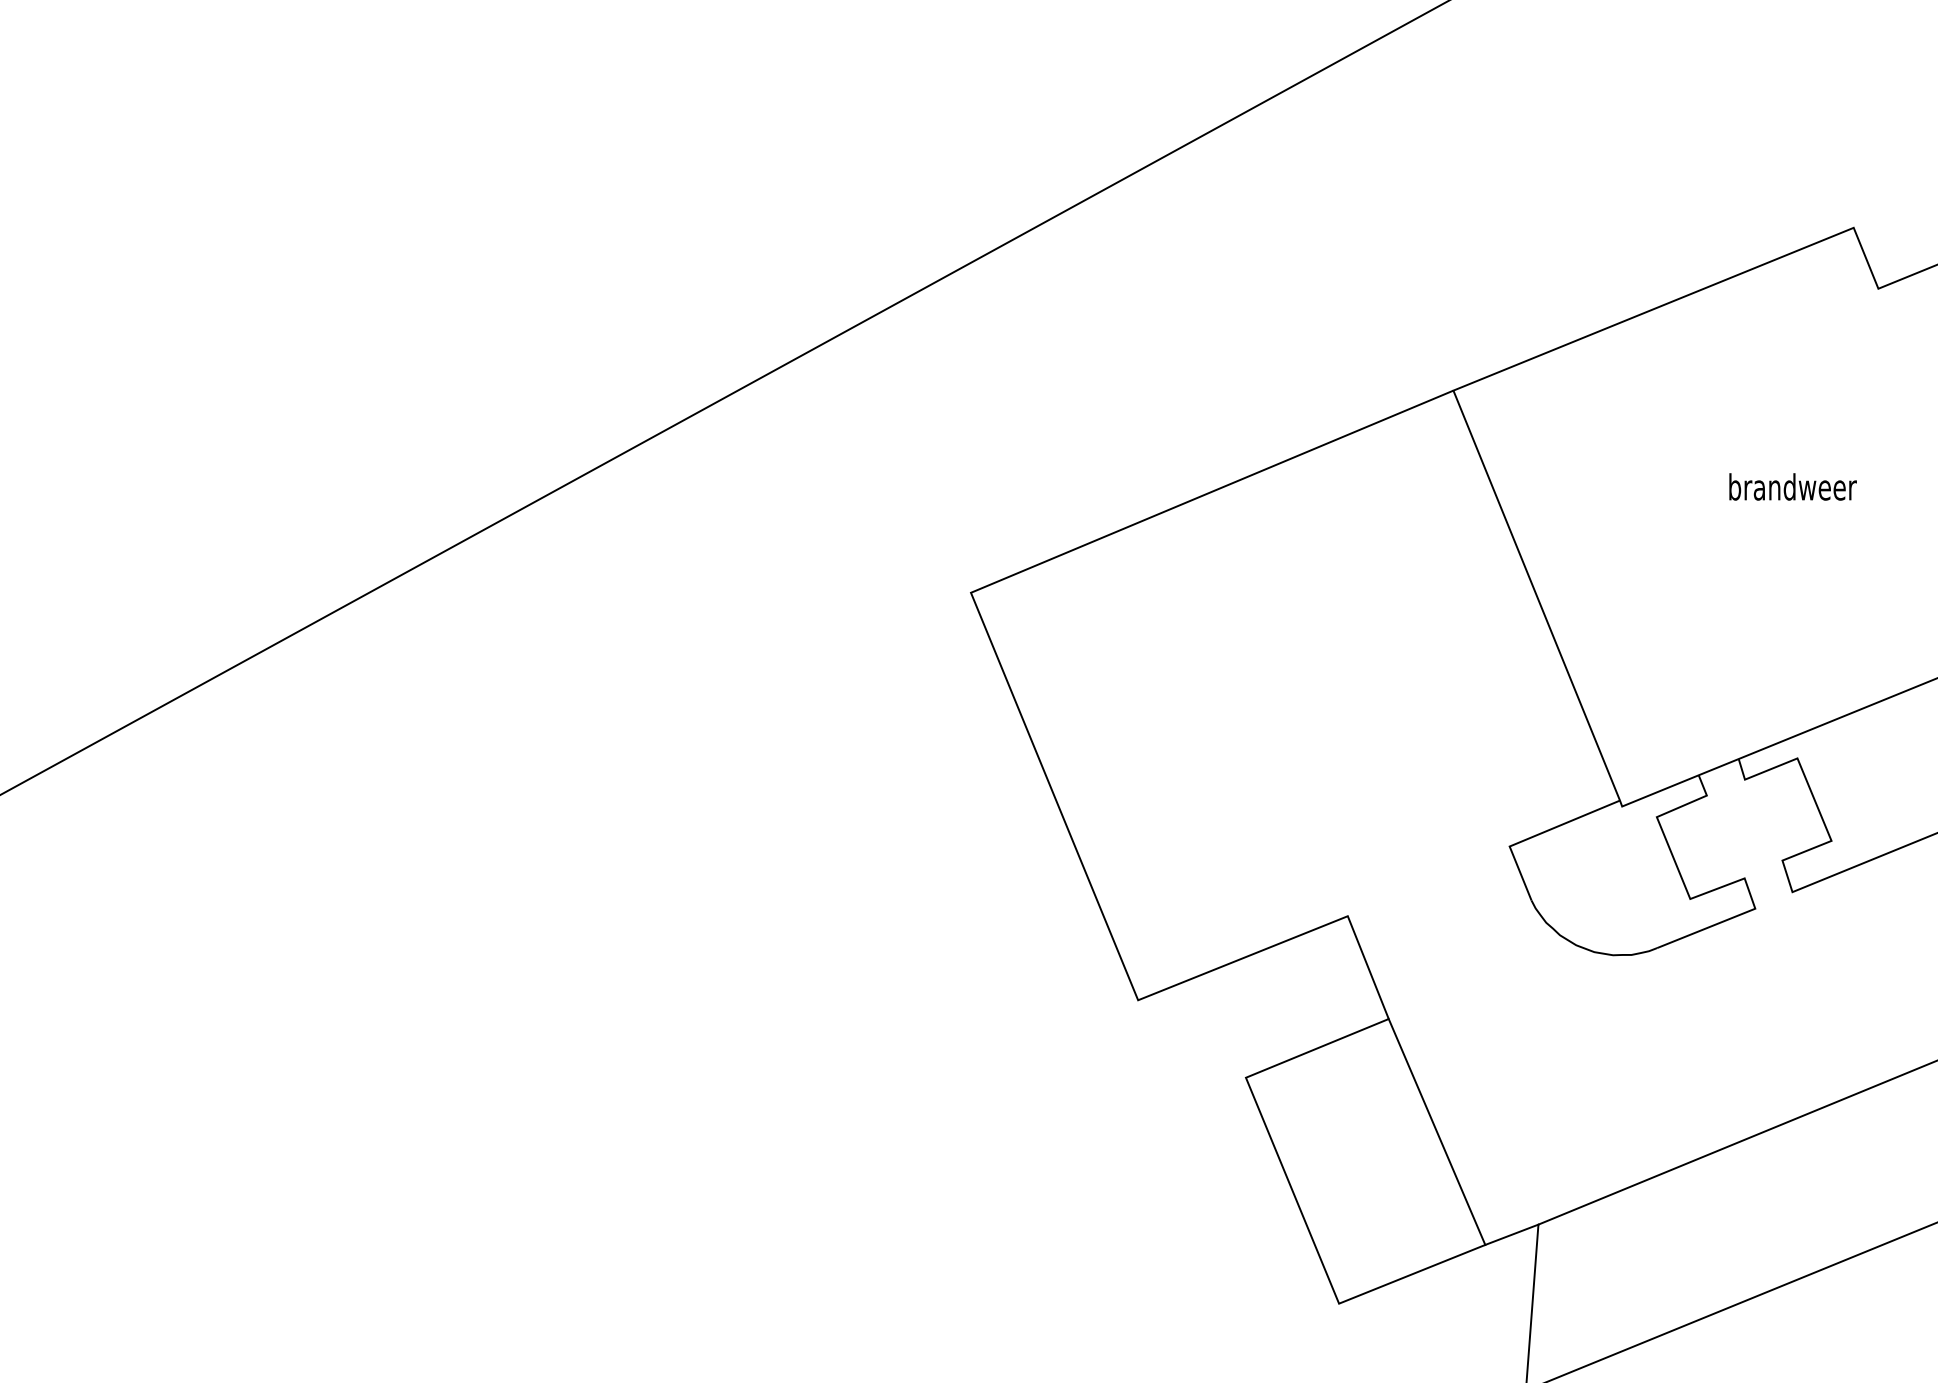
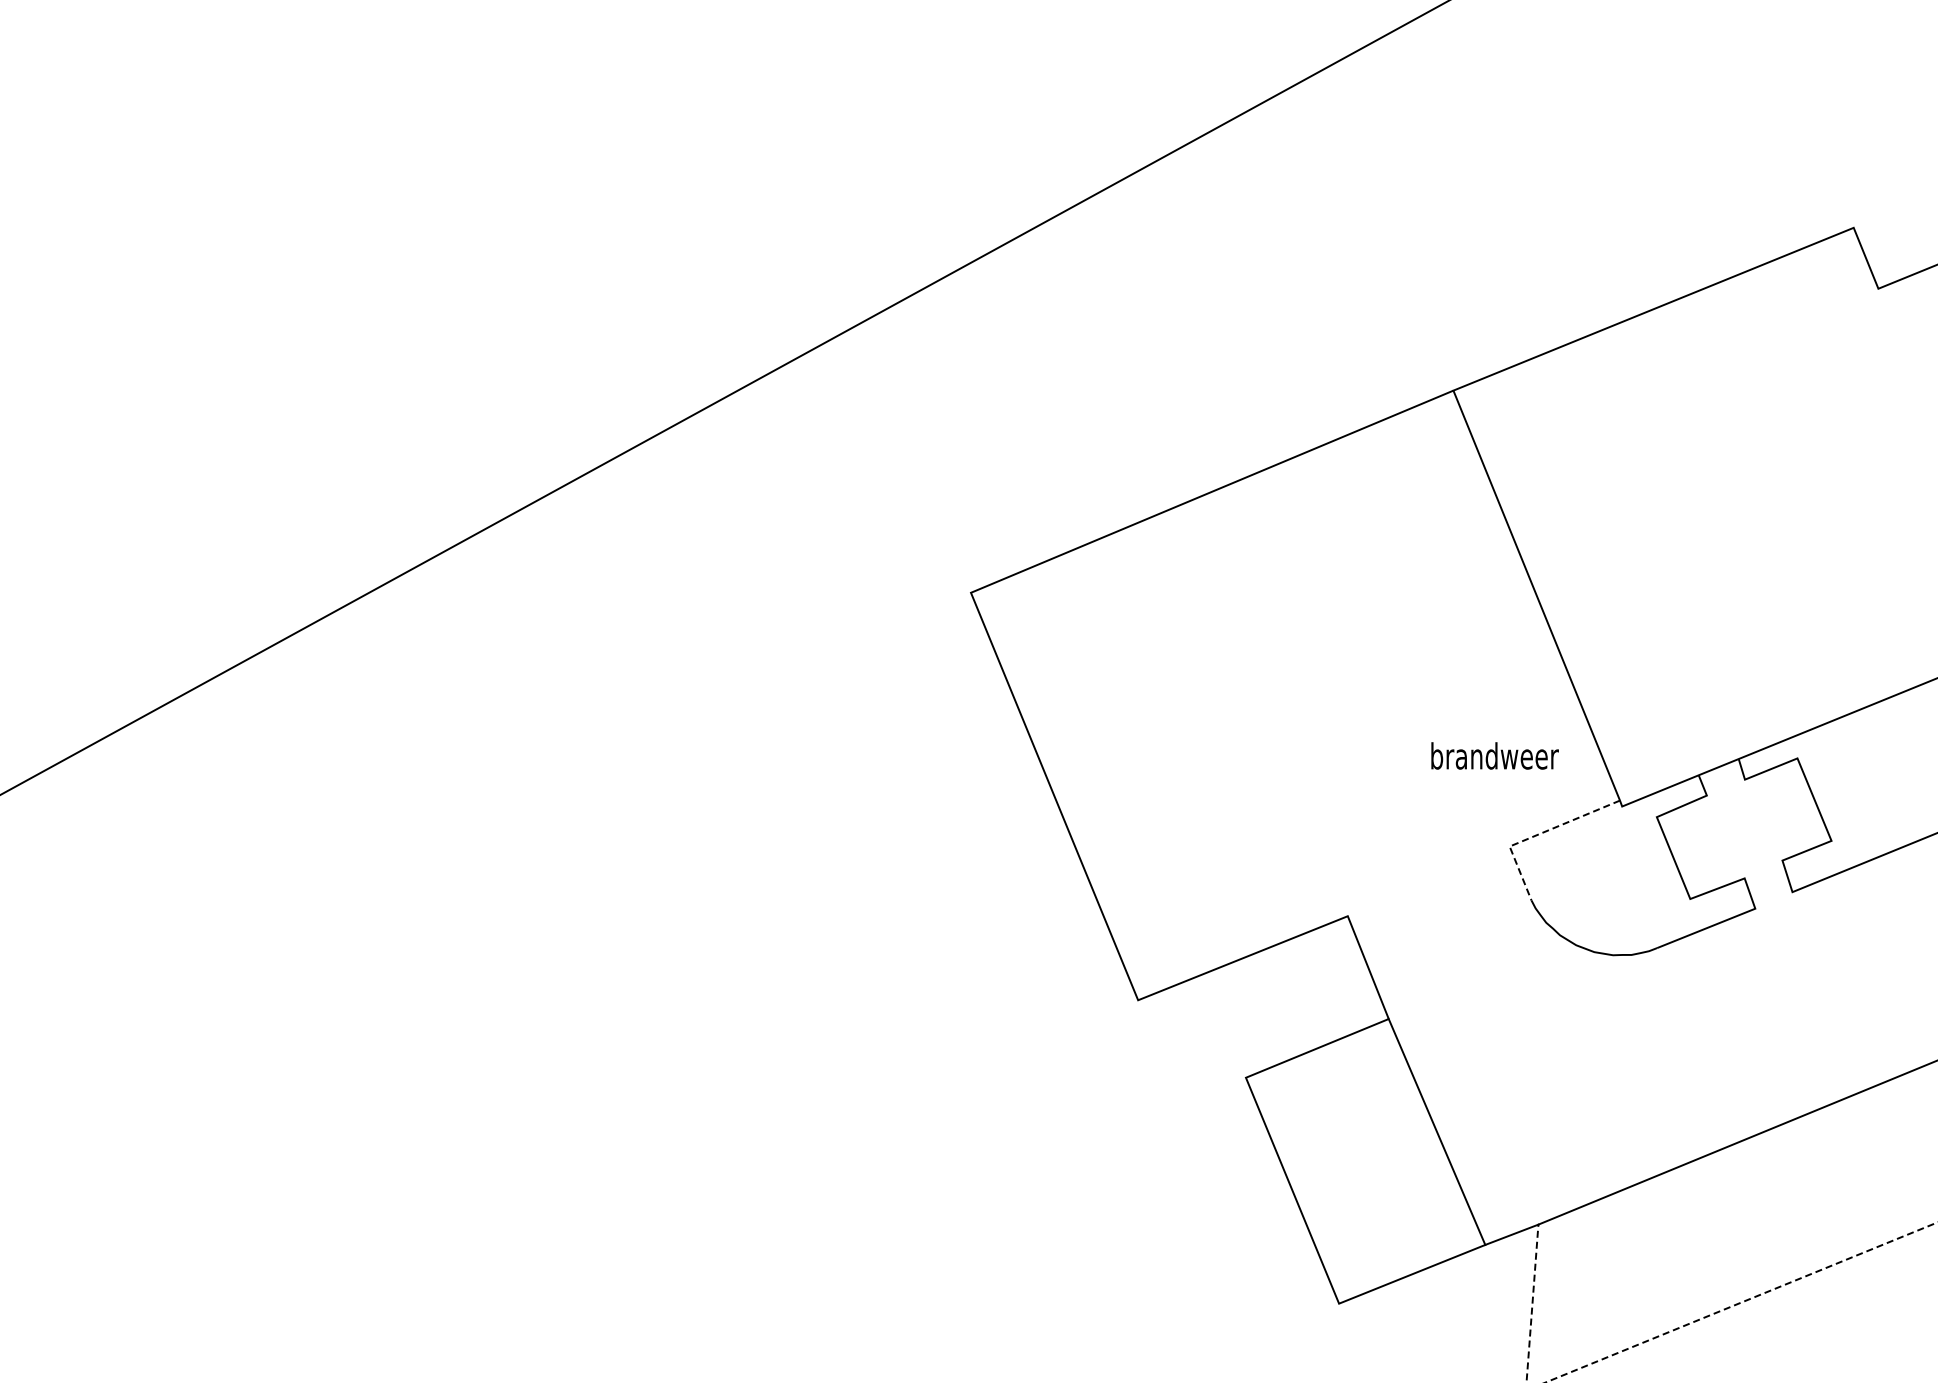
text at (1792, 486) position: (1792, 486) -> (1494, 755)
line at (1537, 835): solid -> dashed
line at (1666, 1333): solid -> dashed
